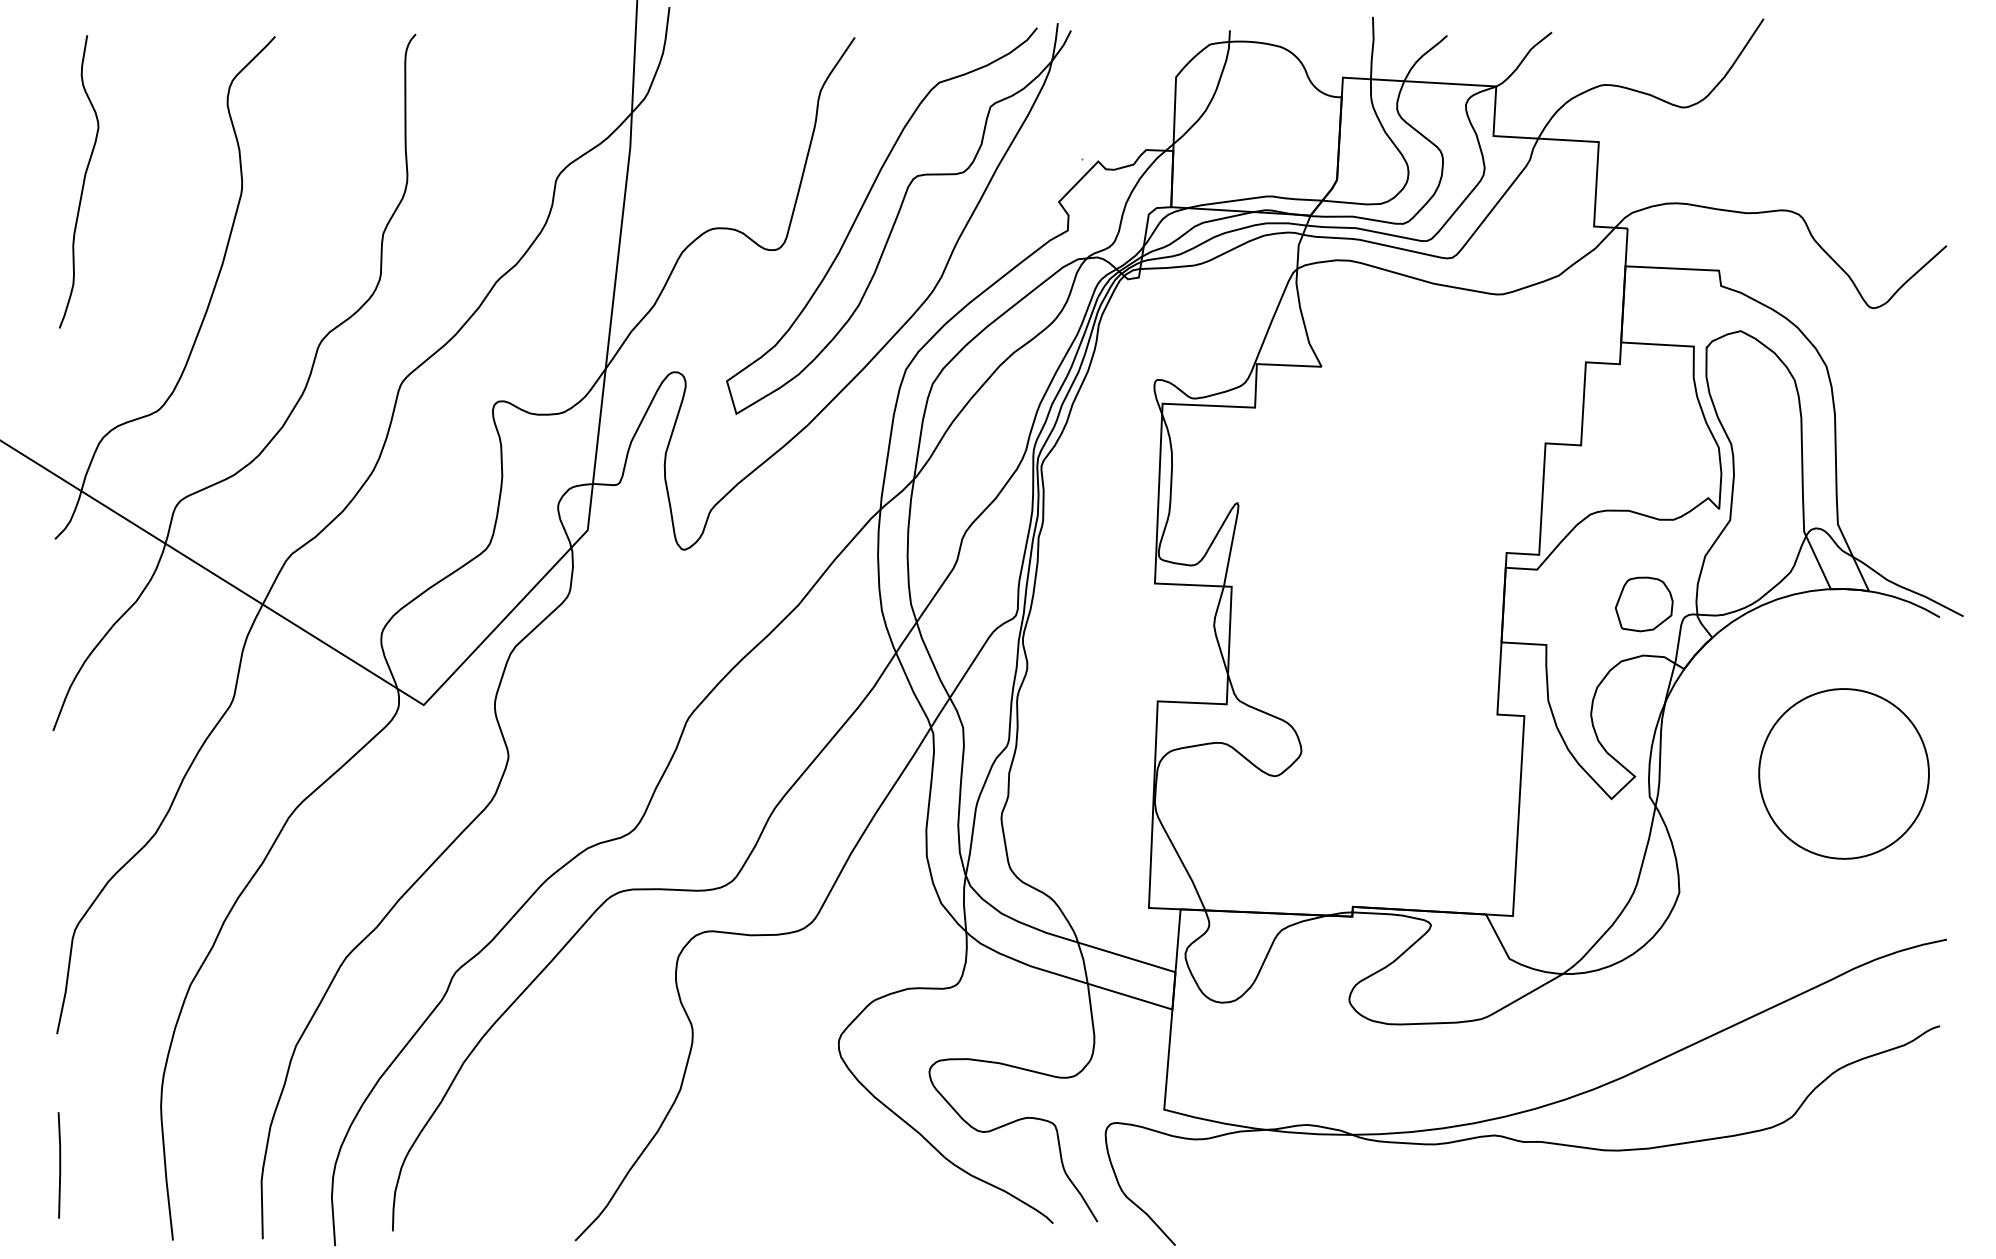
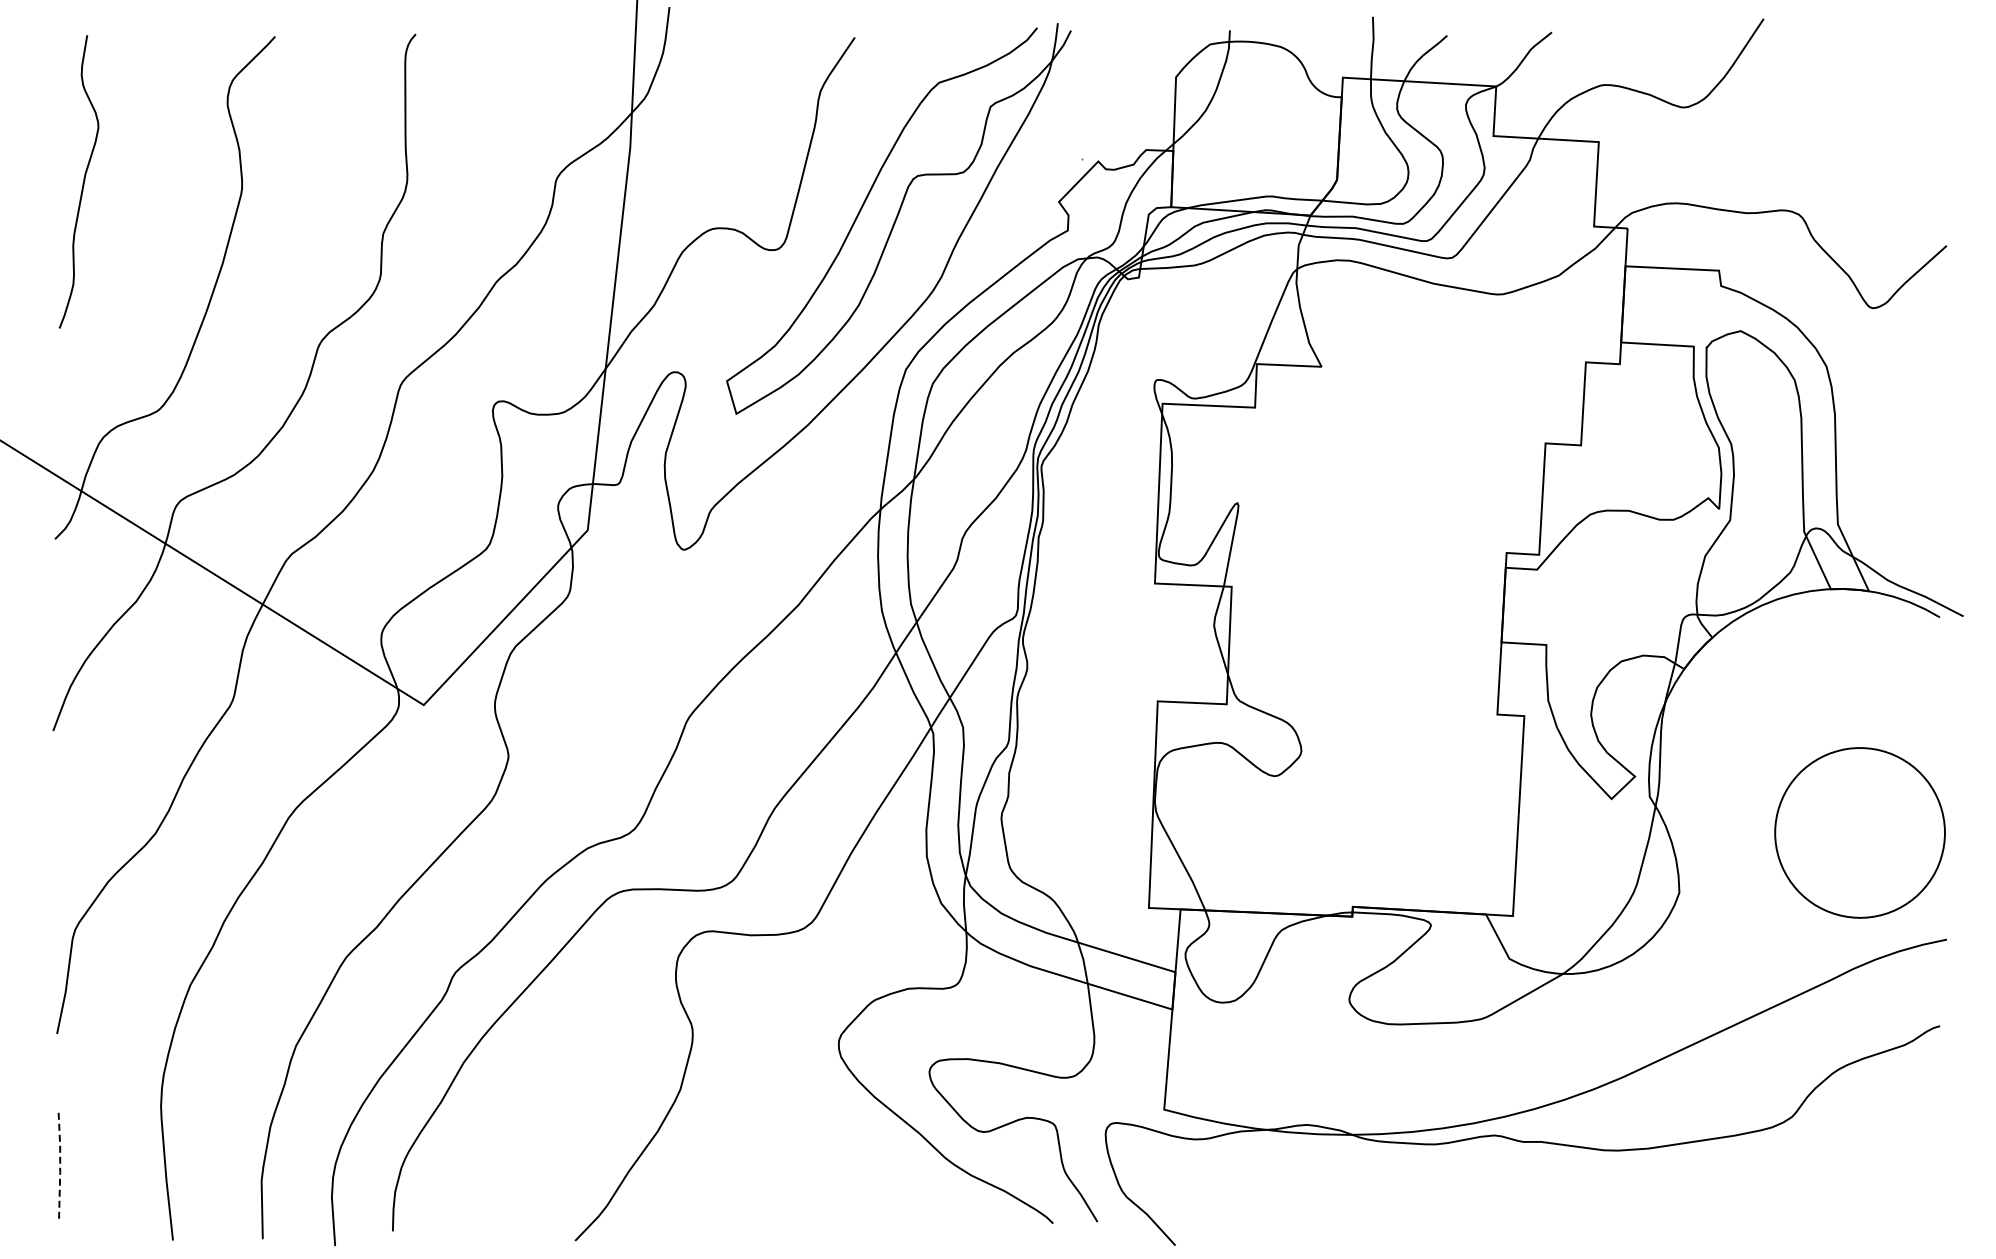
part at (1643, 604): present -> none
part at (1843, 773) position: (1843, 773) -> (1859, 832)
line at (60, 1165): solid -> dashed
